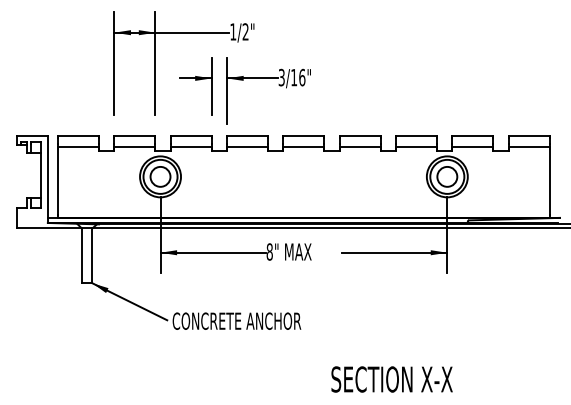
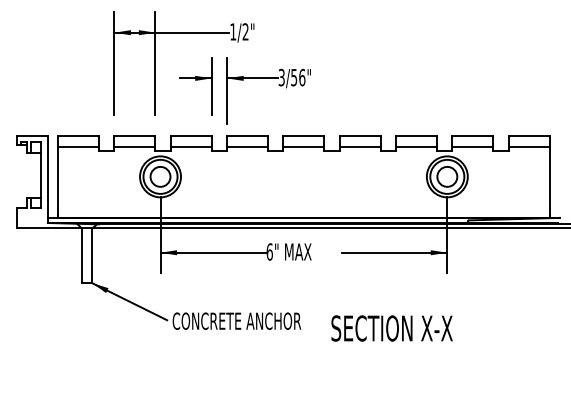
text at (294, 77): 3/16" -> 3/56"
text at (269, 251): 8" -> 6"
text at (391, 379) position: (391, 379) -> (391, 328)
